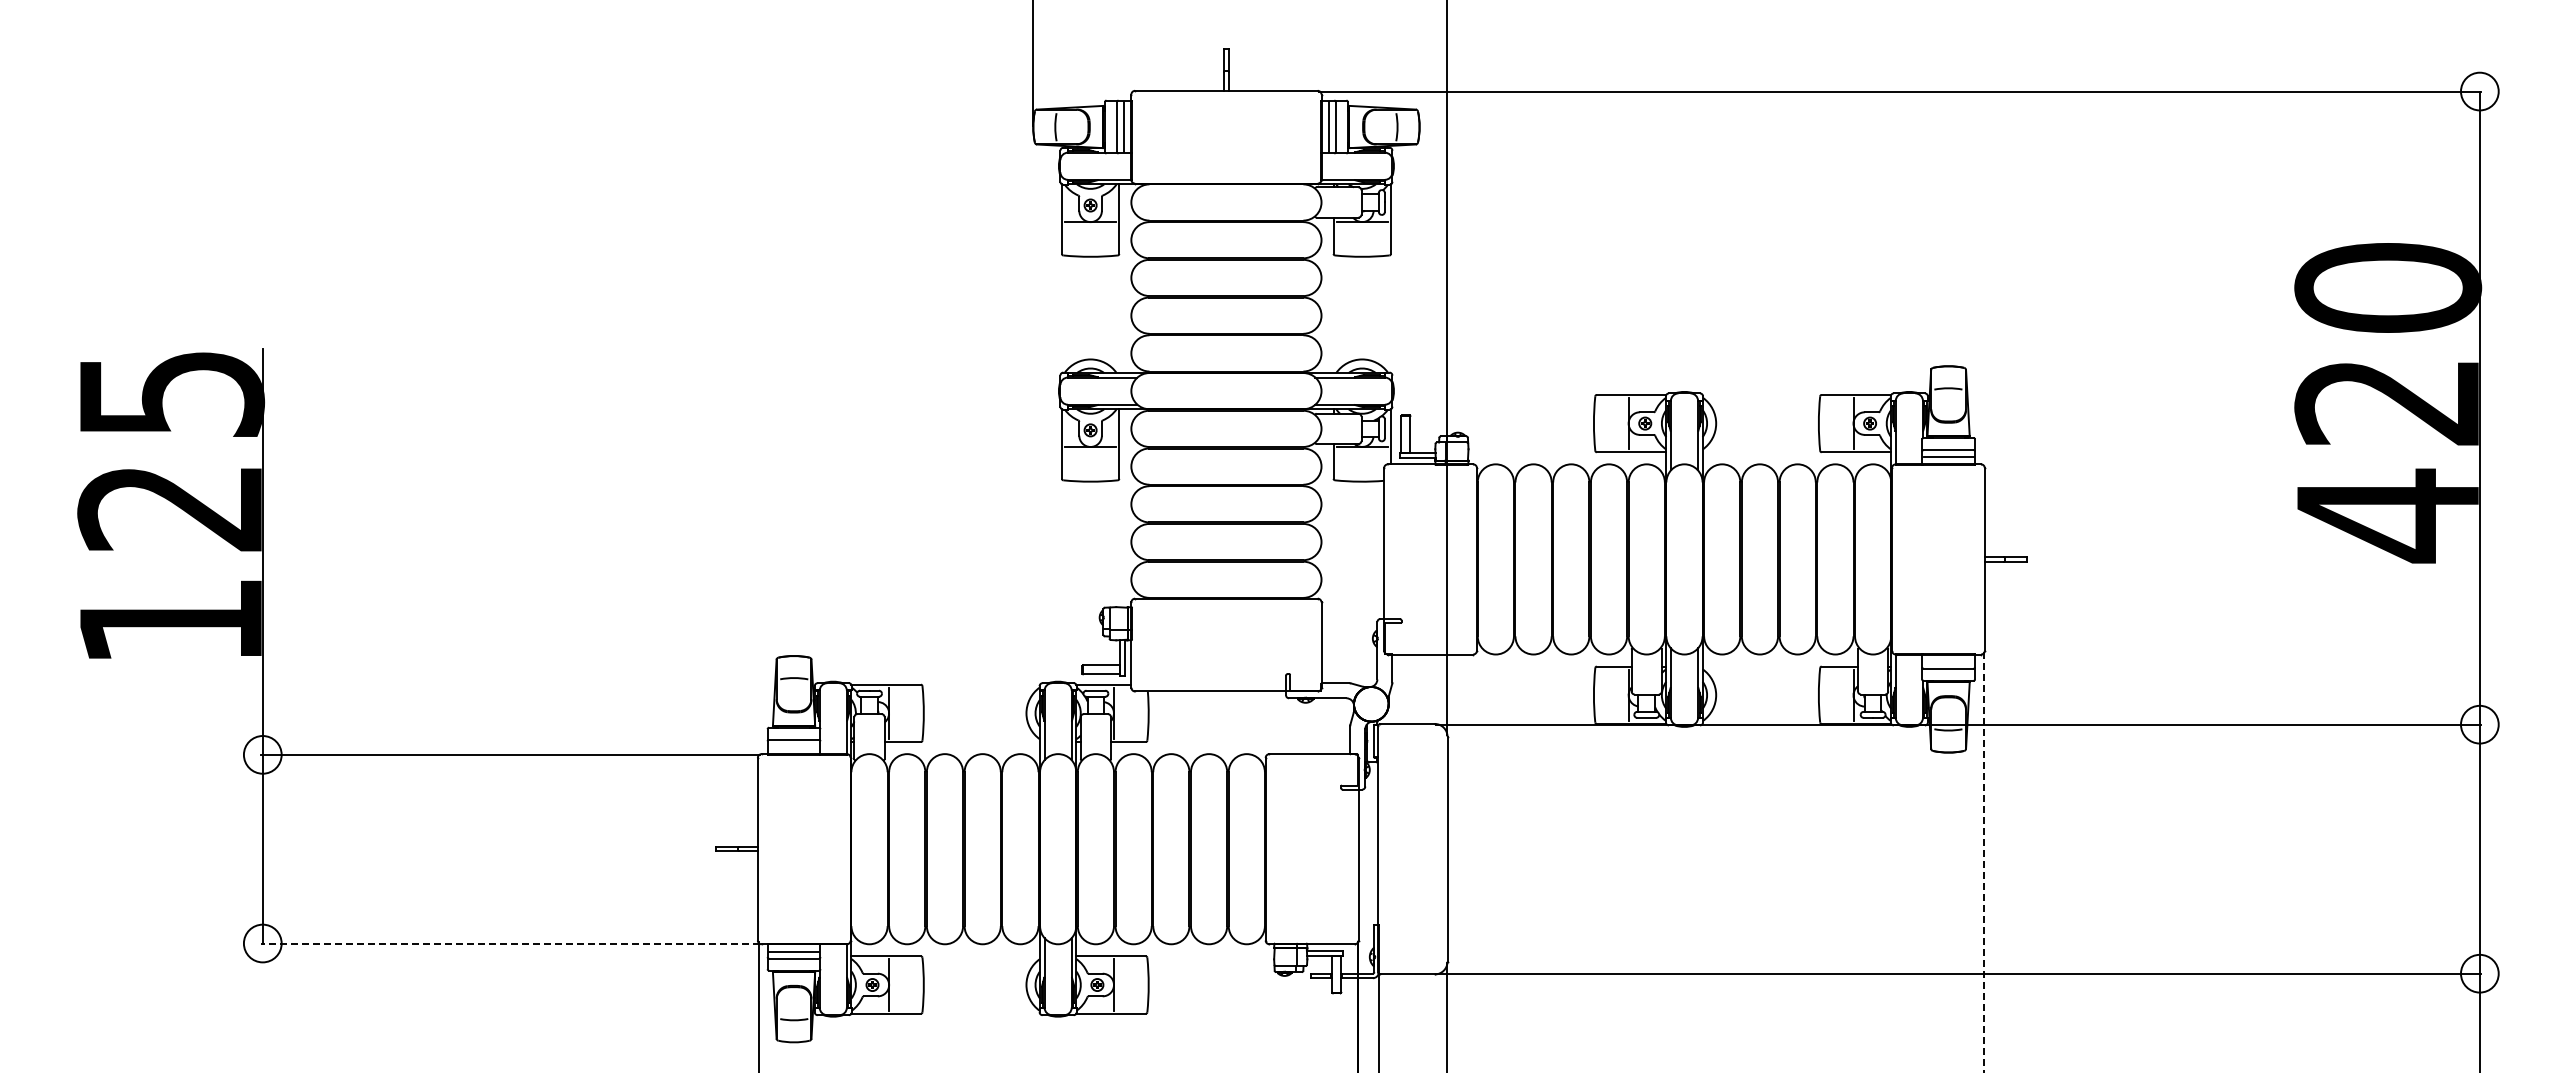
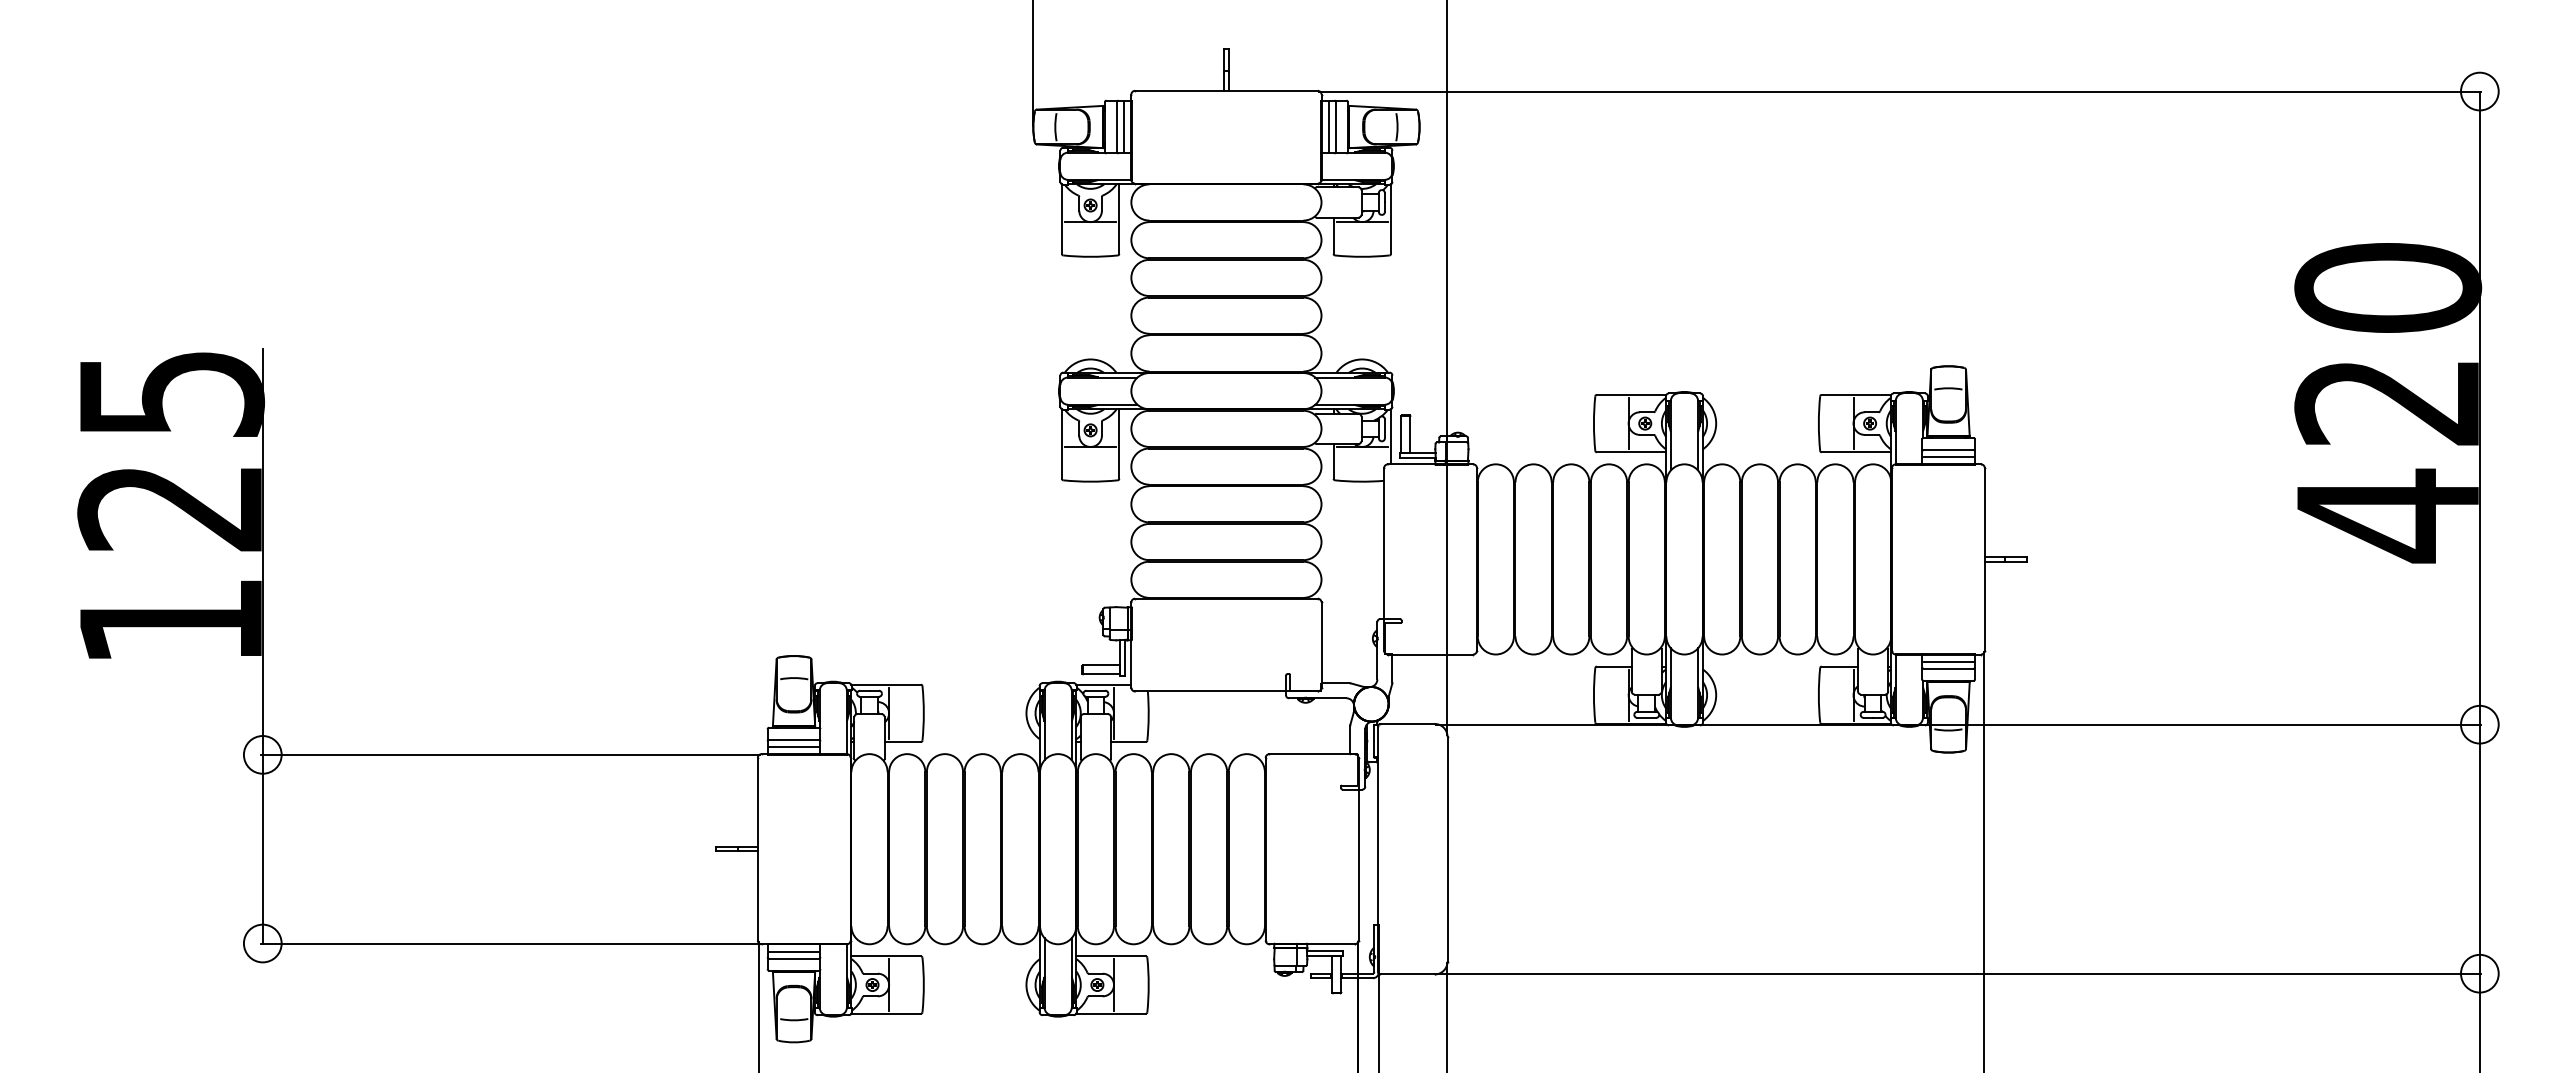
line at (1948, 662): none -> present
line at (794, 746): none -> present
line at (1984, 863): dashed -> solid
line at (510, 943): dashed -> solid
